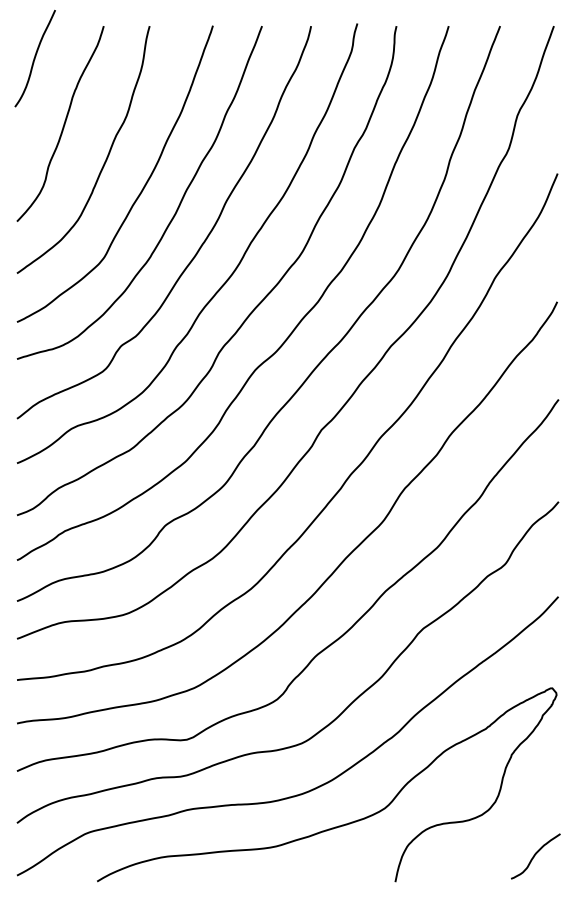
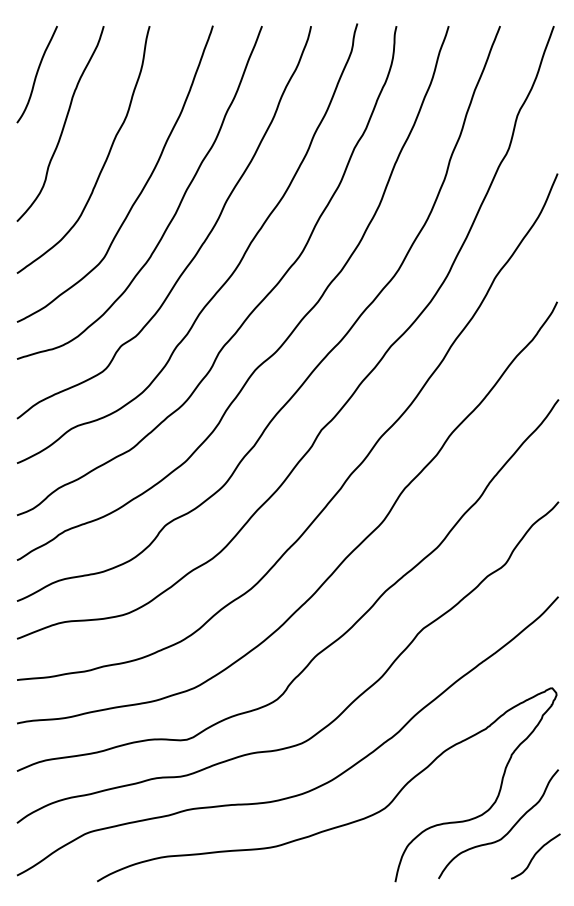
curve at (34, 58) position: (34, 58) -> (36, 74)
curve at (507, 832): none -> present
